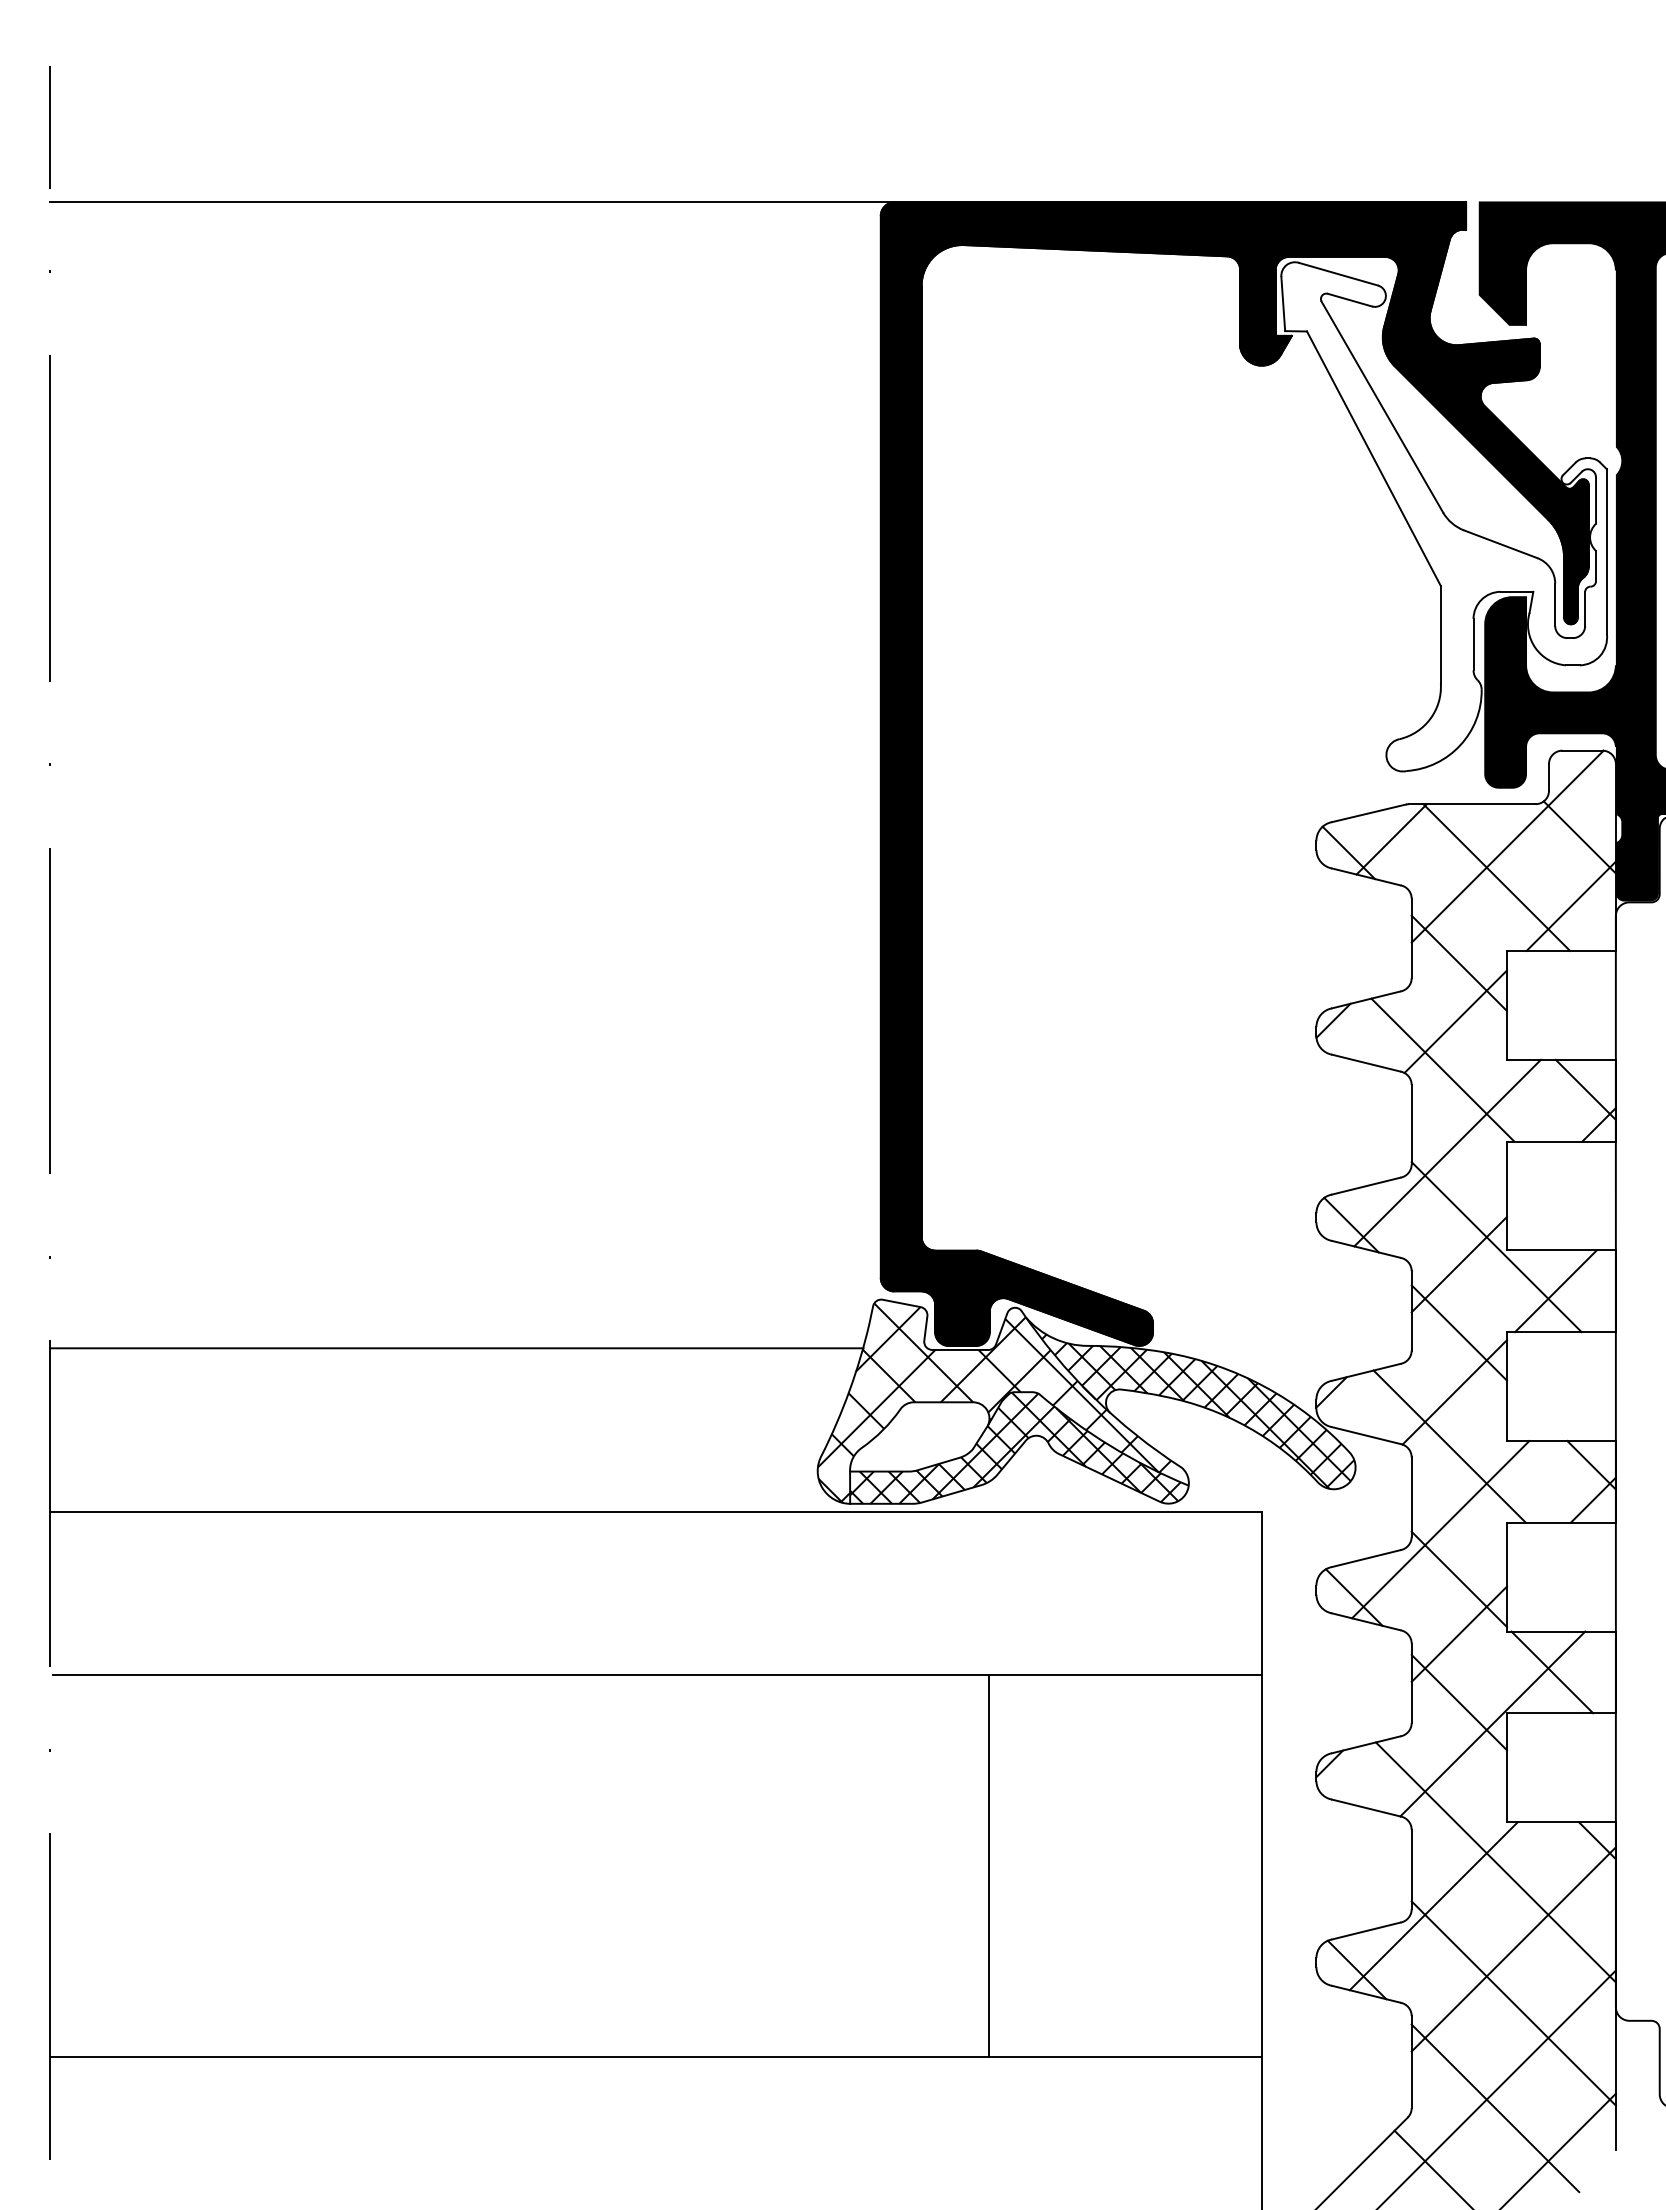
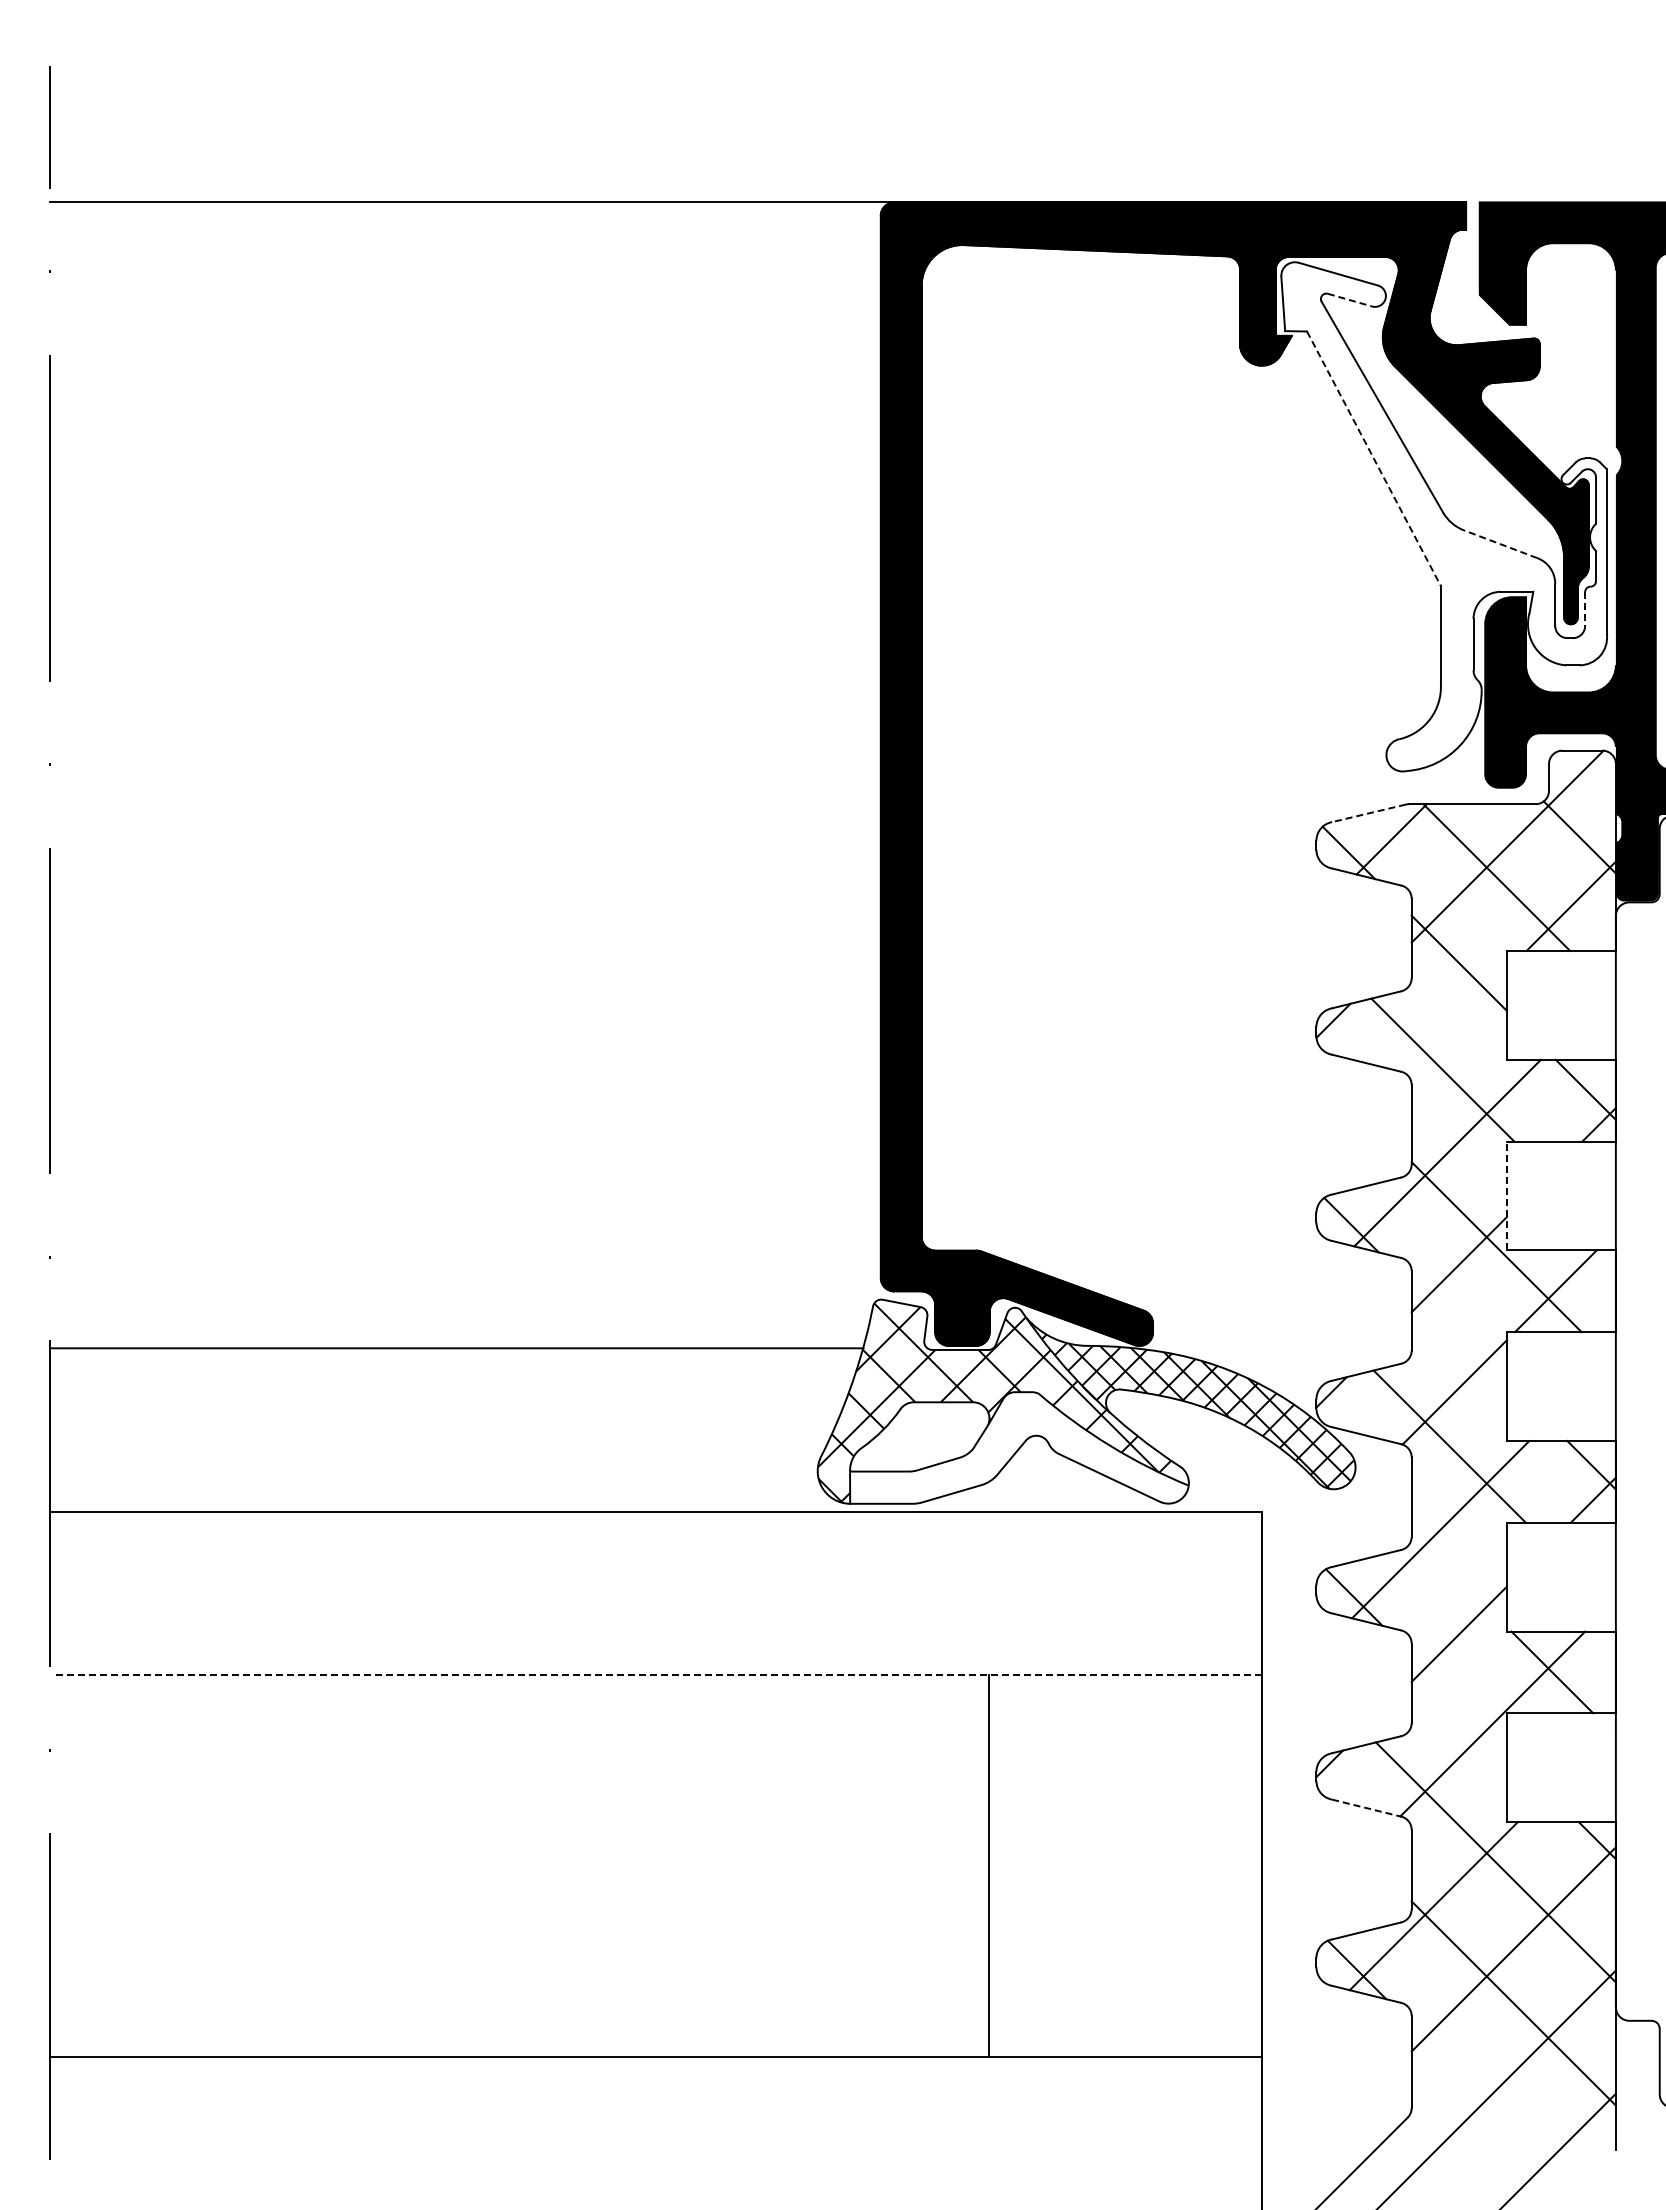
line at (1349, 300): solid -> dashed
line at (1373, 458): solid -> dashed
line at (1500, 544): solid -> dashed
line at (1585, 608): solid -> dashed
line at (1369, 813): solid -> dashed
line at (1455, 1021): present -> none
line at (1506, 1195): solid -> dashed
line at (1458, 1332): present -> none
hatch at (1015, 1447): present -> none
line at (1458, 1579): present -> none
line at (657, 1675): solid -> dashed
line at (1458, 1702): present -> none
line at (1366, 1808): solid -> dashed
line at (1495, 2108): present -> none
line at (1432, 2168): present -> none
